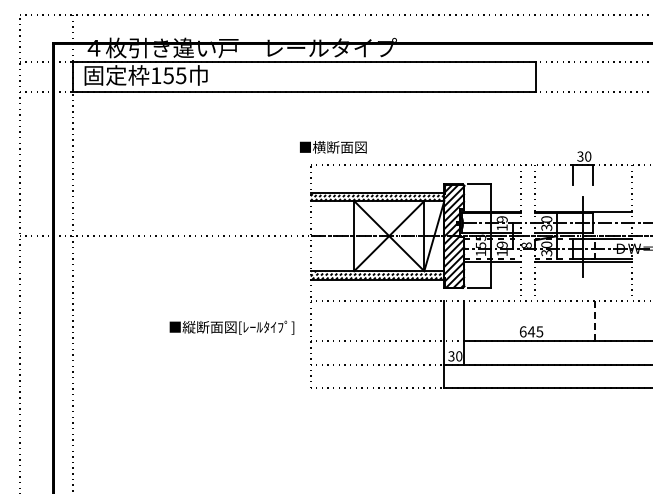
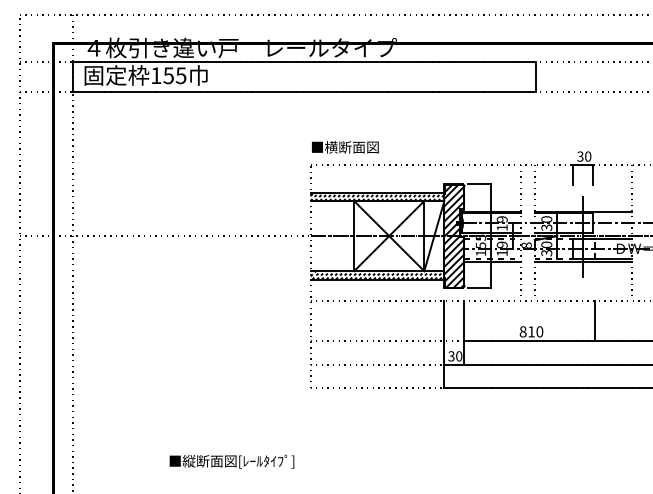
text at (333, 147) position: (333, 147) -> (345, 147)
line at (595, 320): dashed -> solid
text at (231, 327) position: (231, 327) -> (231, 461)
text at (531, 331): 645 -> 810
